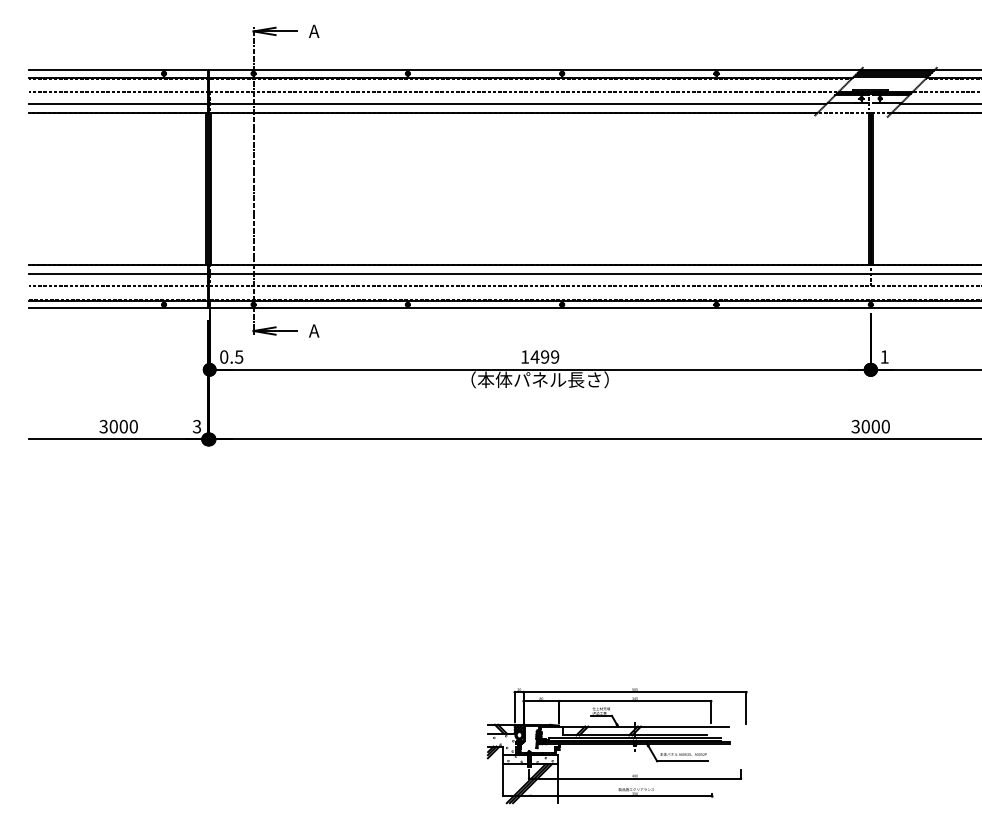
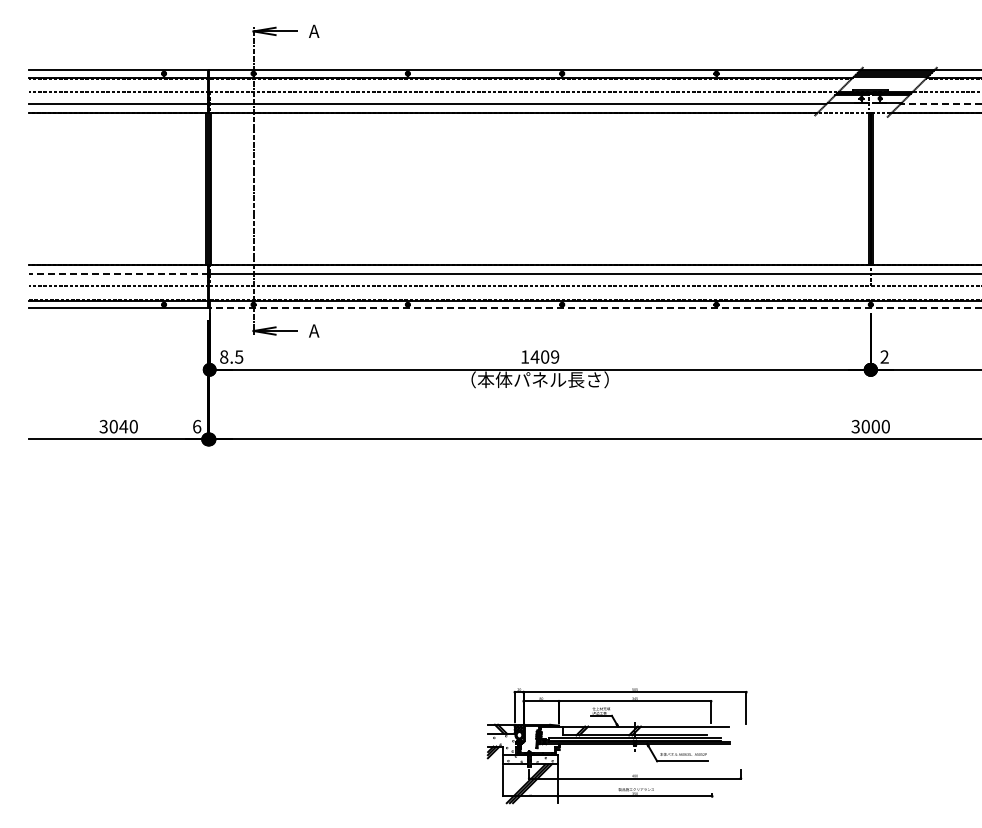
line at (940, 104): solid -> dashed
line at (118, 273): solid -> dashed
line at (595, 308): solid -> dashed
text at (224, 356): 0.5 -> 8.5
text at (545, 356): 1499 -> 1409
text at (884, 356): 1 -> 2
text at (123, 426): 3000 -> 3040
text at (196, 426): 3 -> 6
